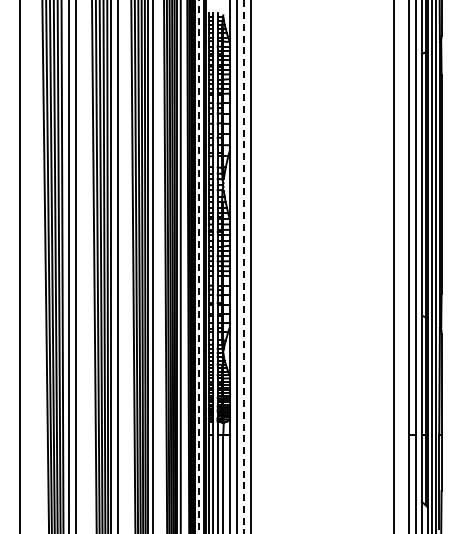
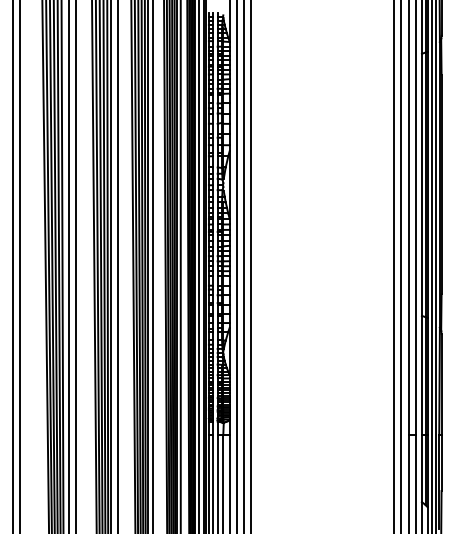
line at (13, 266): none -> present
line at (401, 266): none -> present
line at (199, 267): dashed -> solid
line at (243, 267): dashed -> solid
